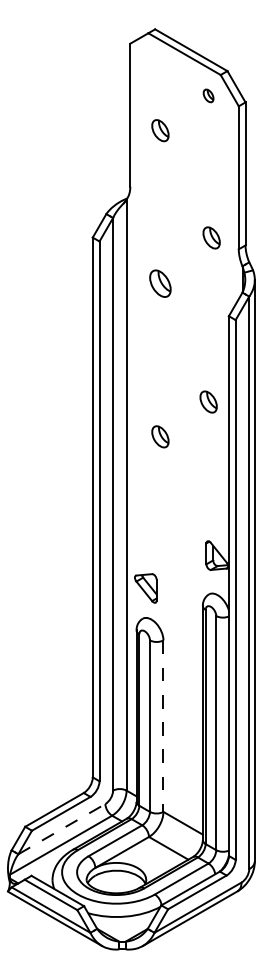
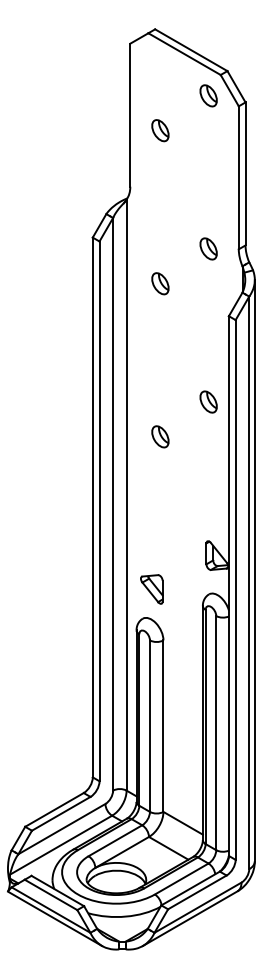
part at (208, 95) size: 13x16 px -> 19x24 px
part at (211, 237) position: (211, 237) -> (208, 248)
part at (160, 283) size: 23x29 px -> 19x24 px
part at (145, 588) position: (145, 588) -> (151, 589)
line at (163, 726): dashed -> solid
line at (62, 828): dashed -> solid
